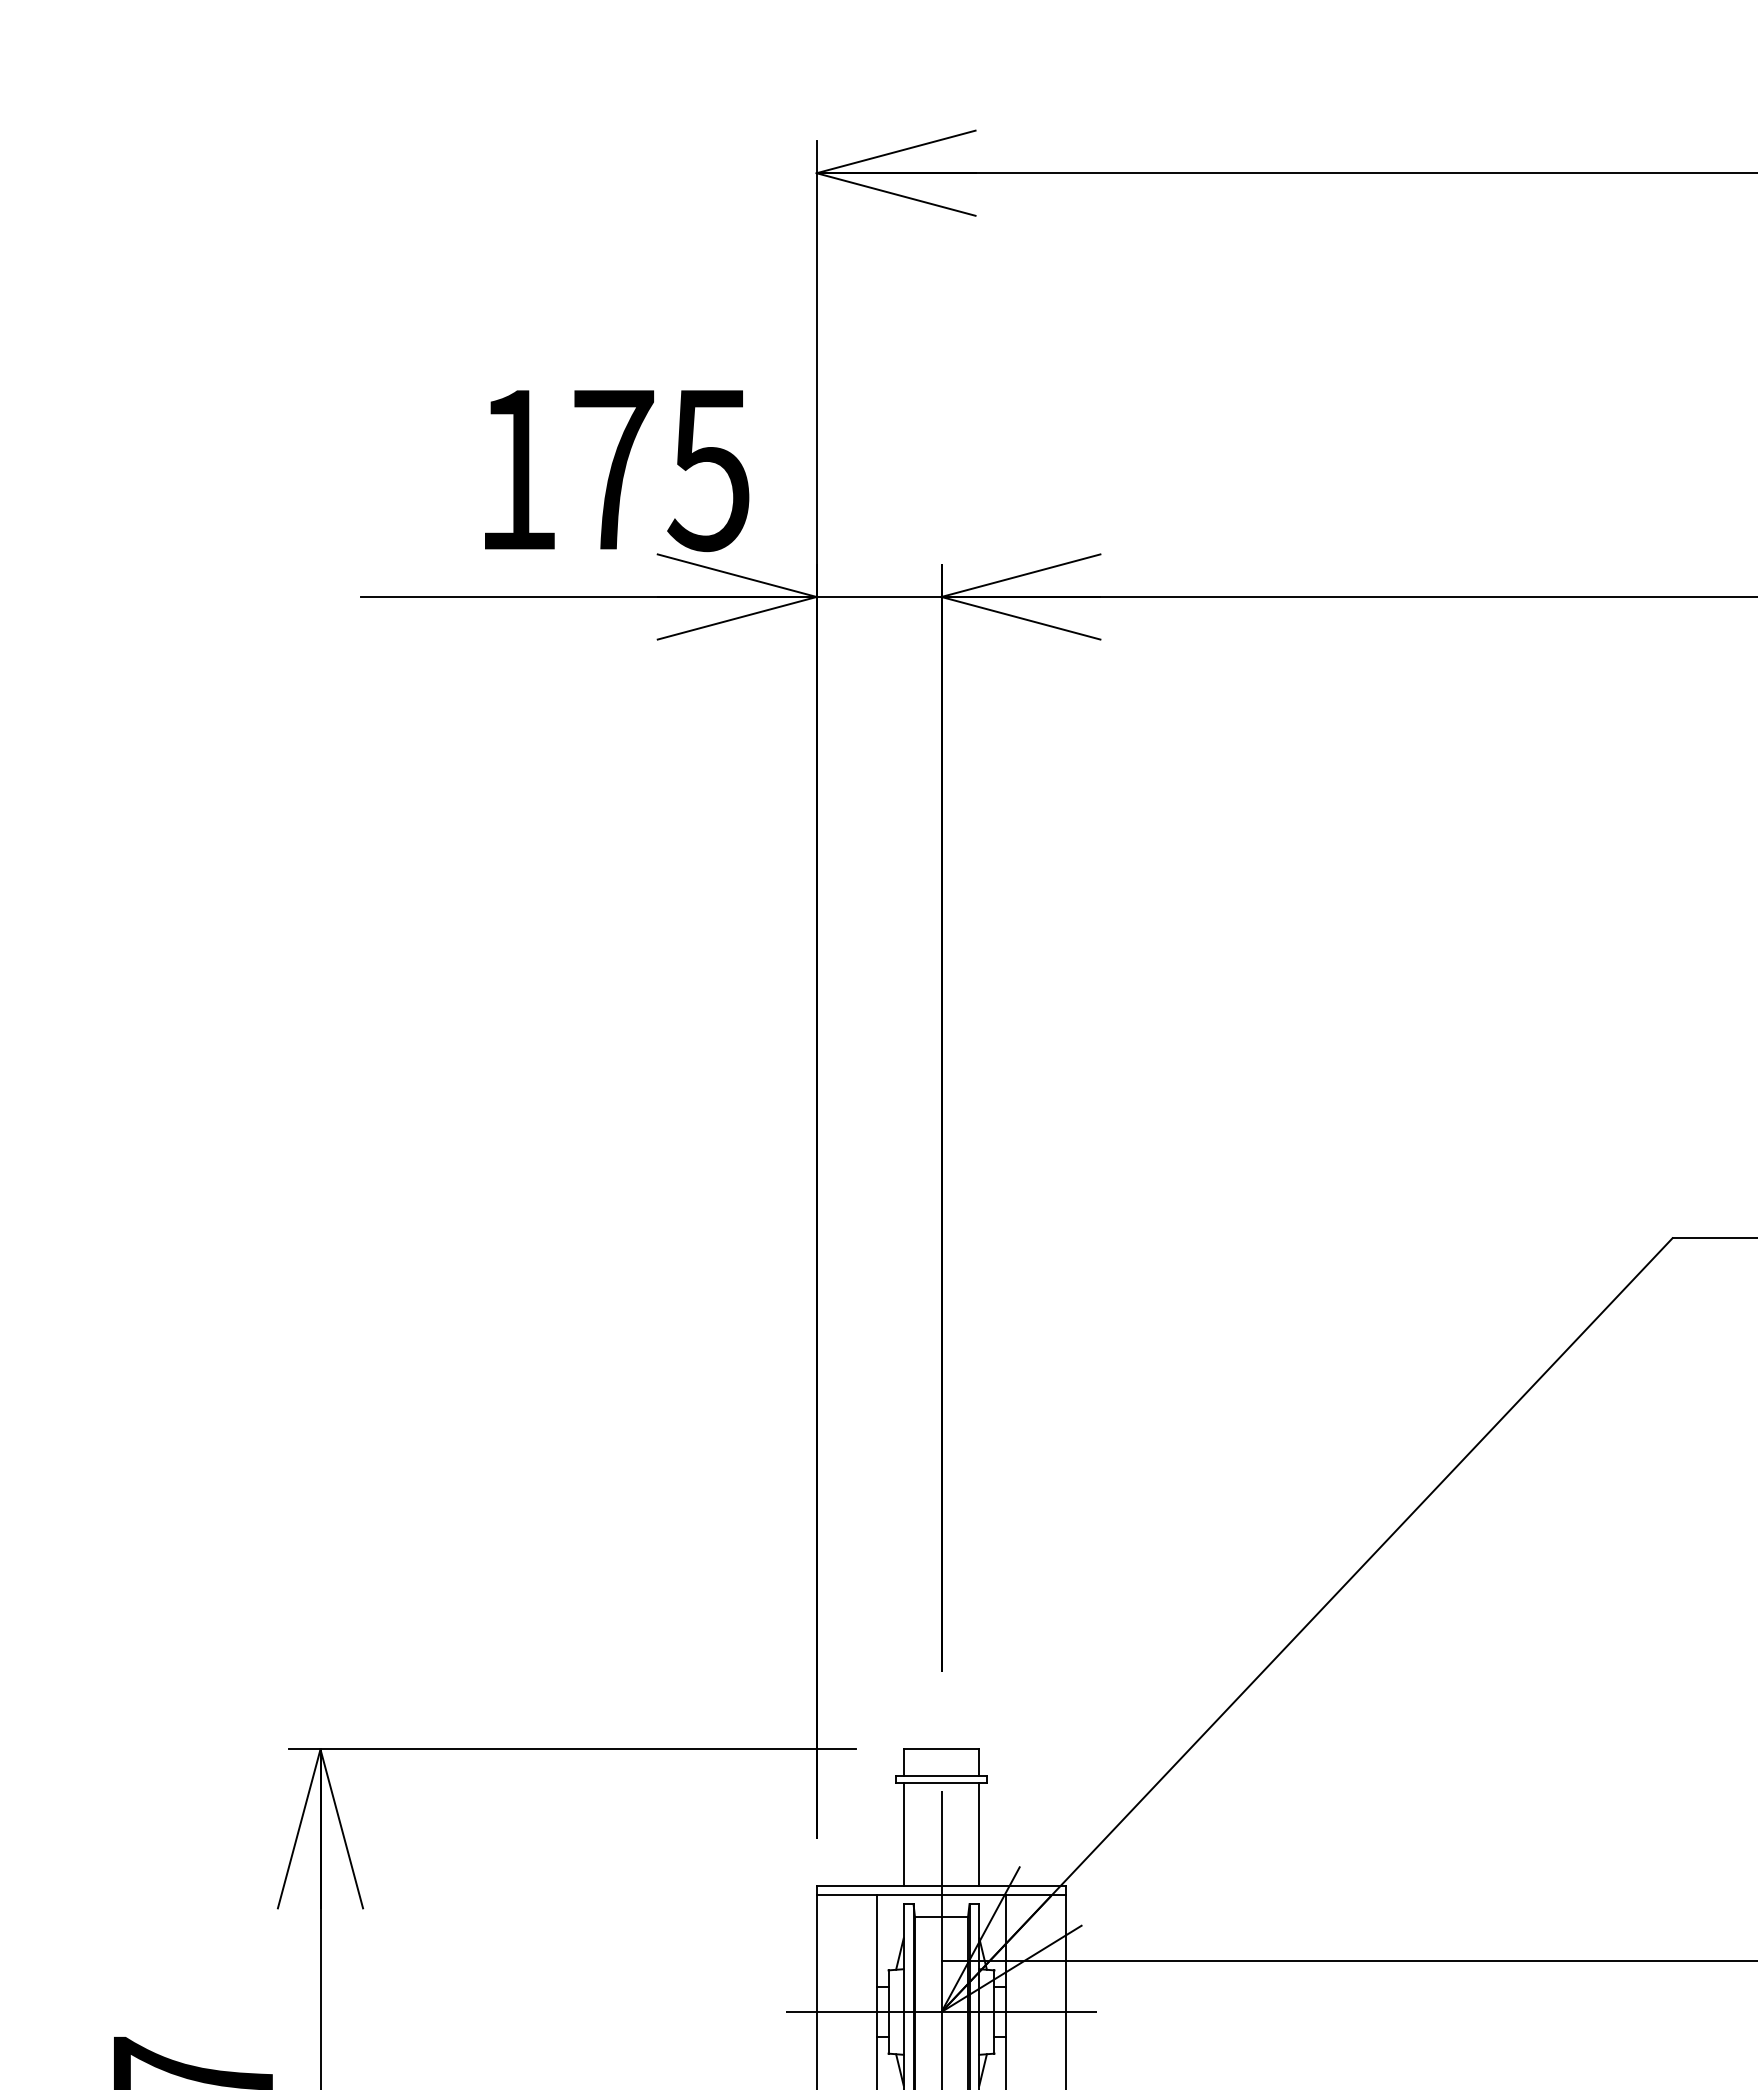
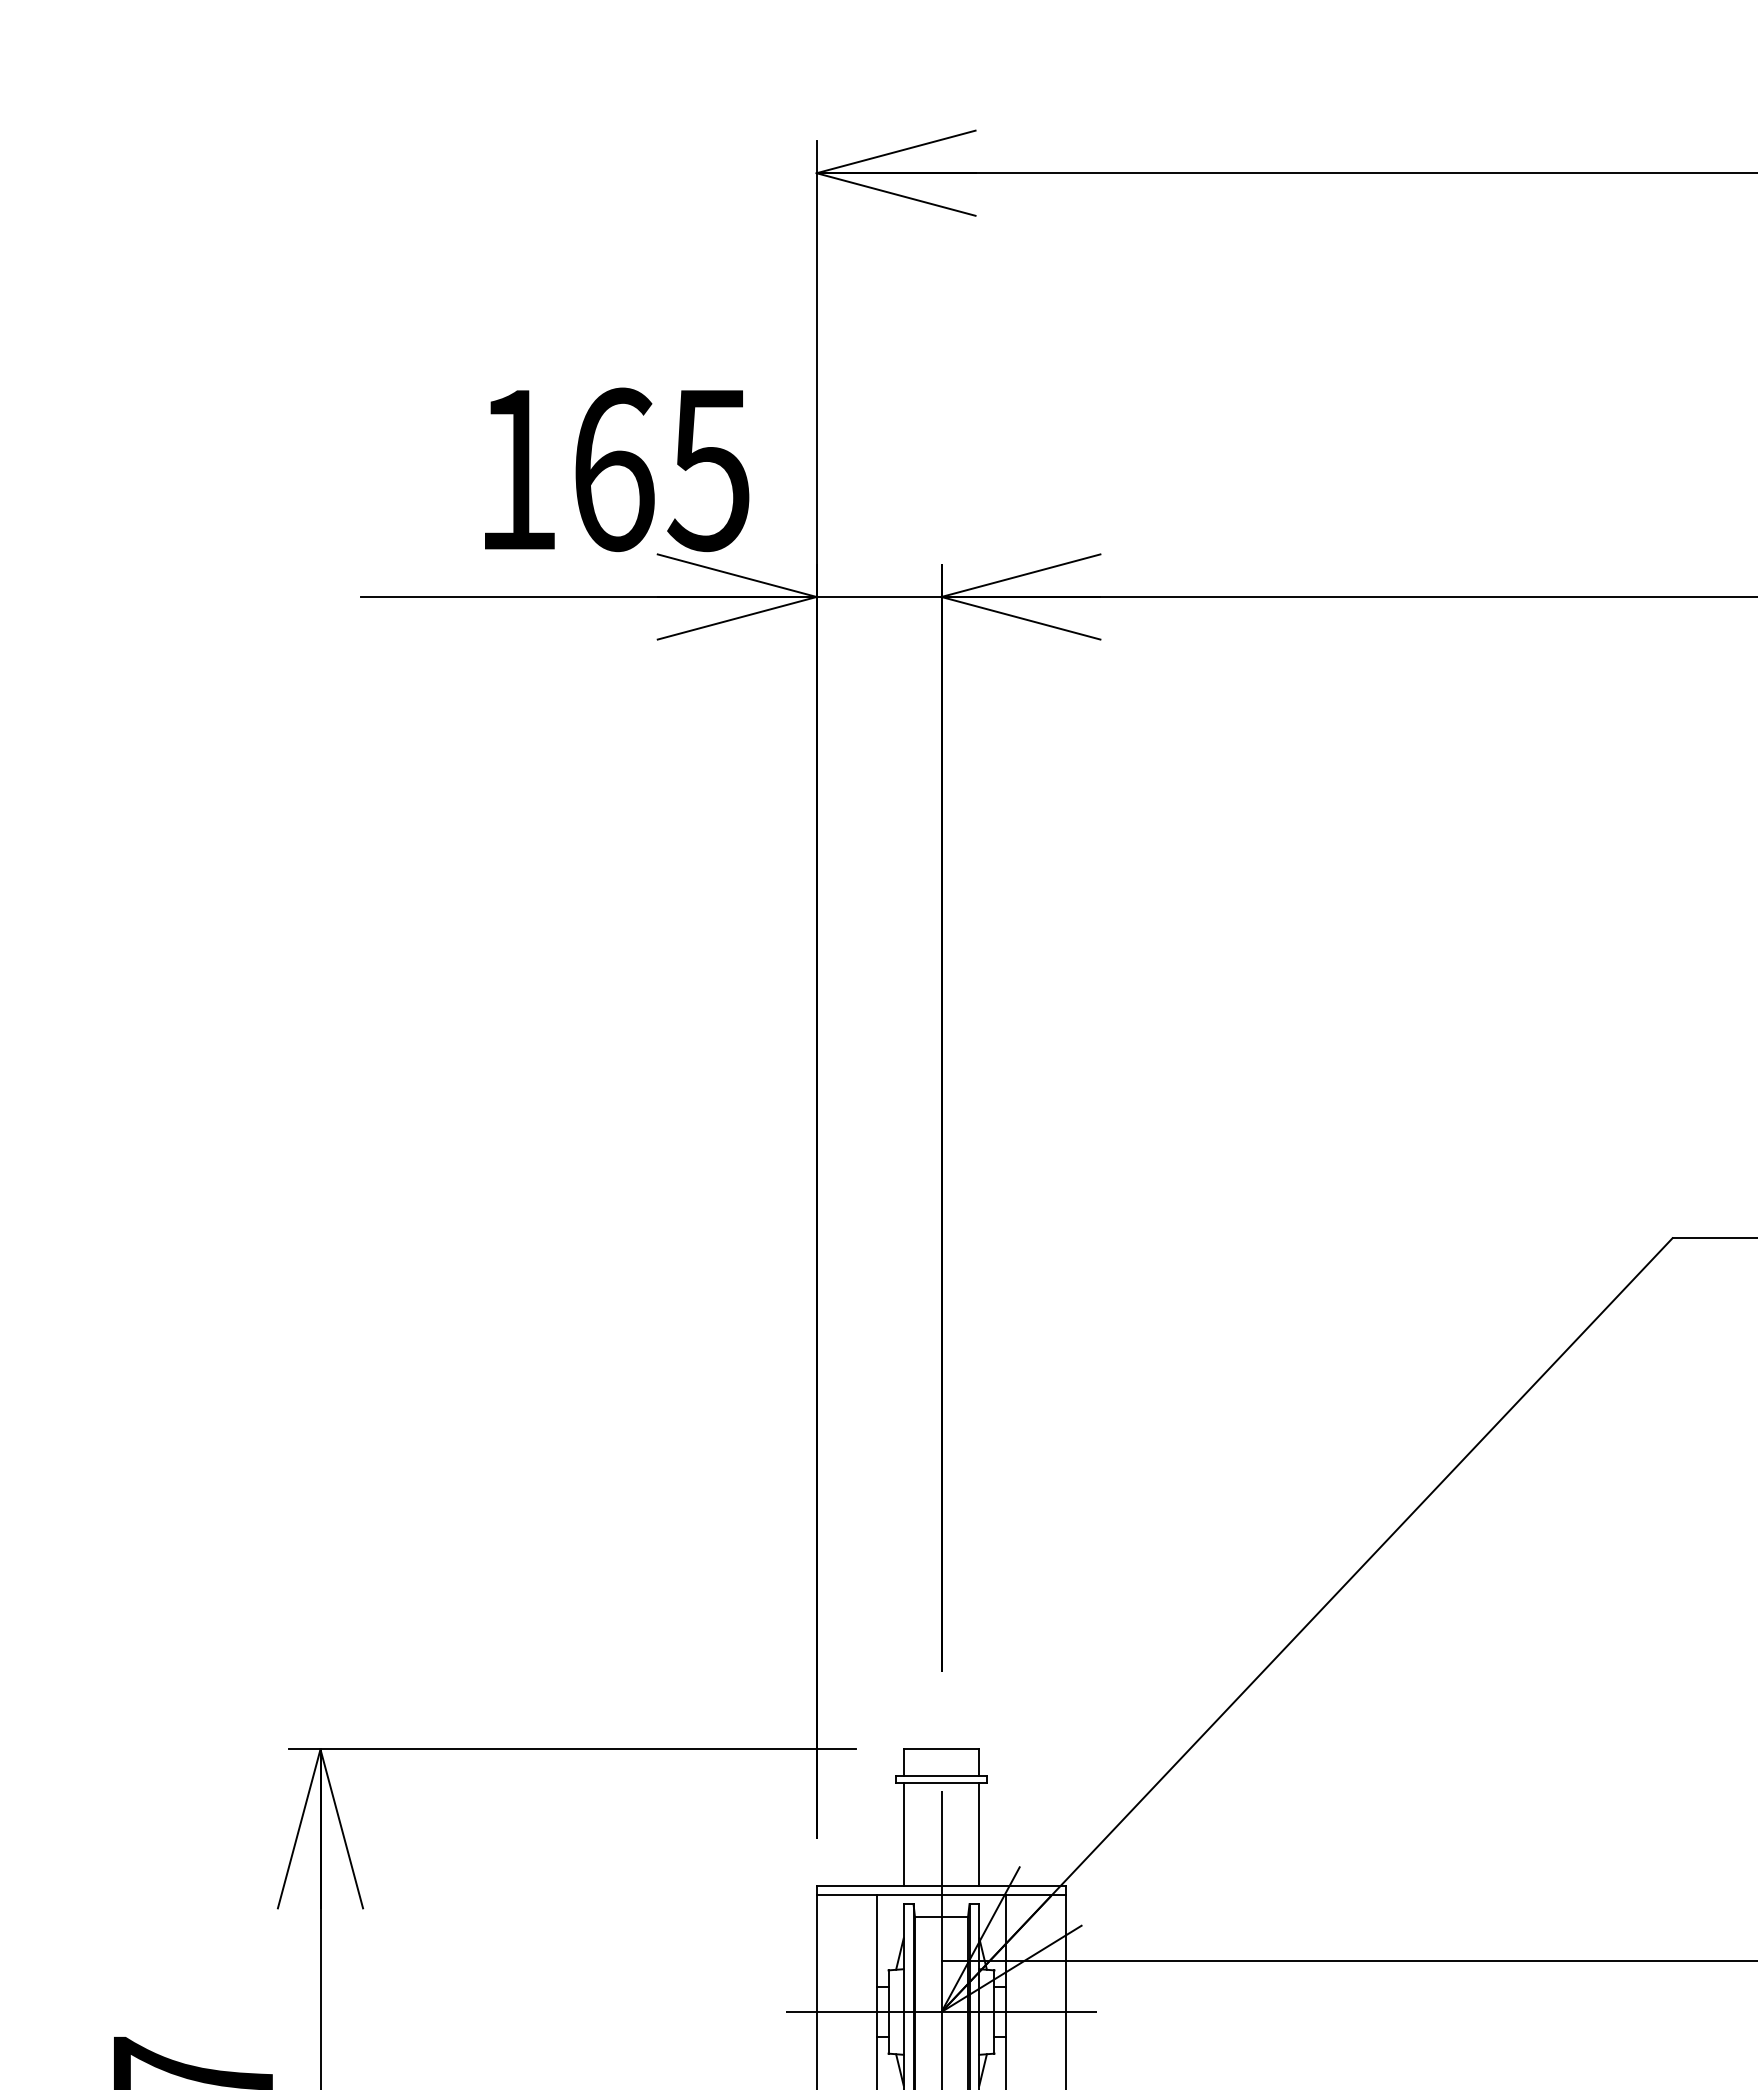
text at (614, 469): 175 -> 165
